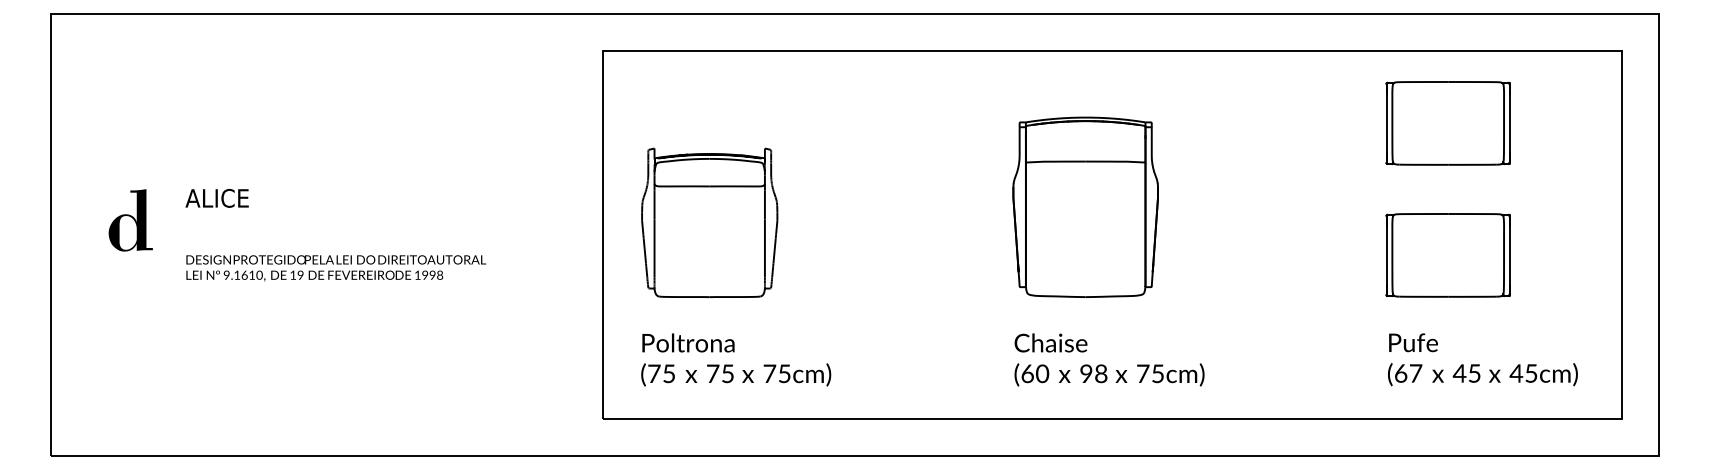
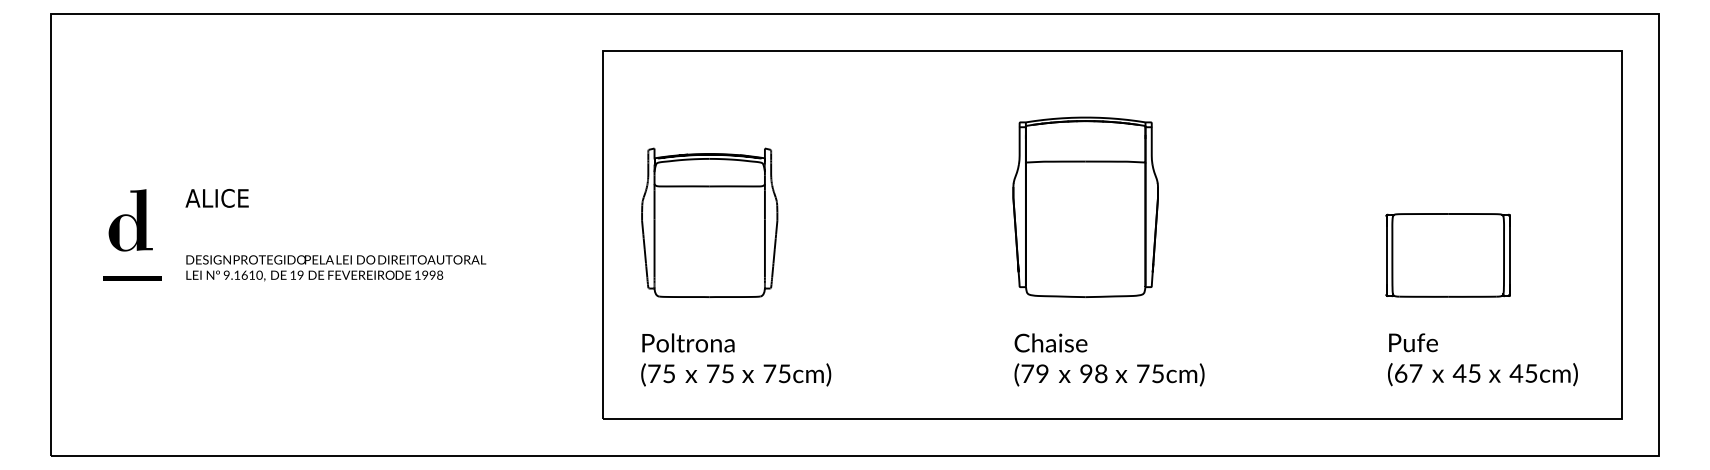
part at (1447, 123): present -> none
fill at (131, 278): none -> present
text at (1035, 373): (60 -> (79
